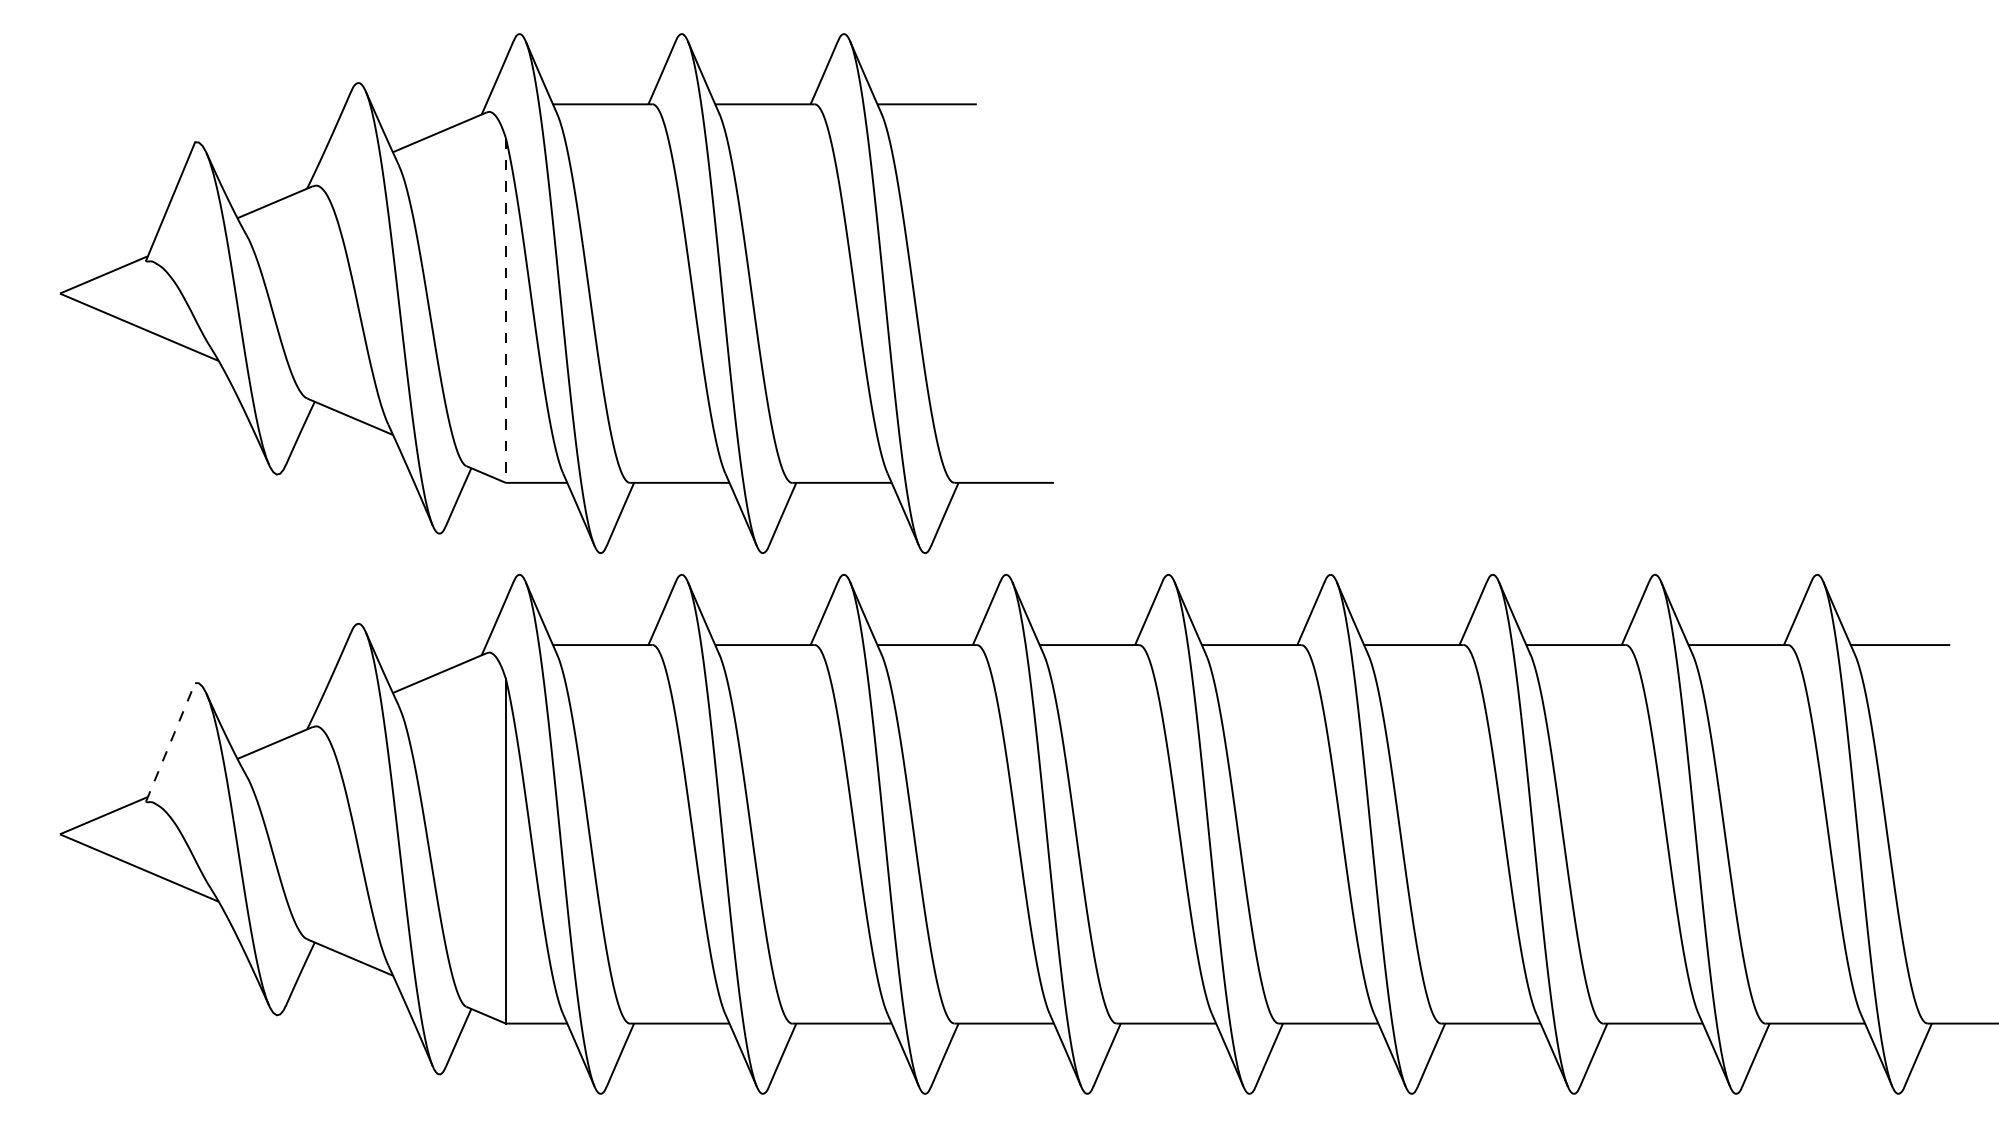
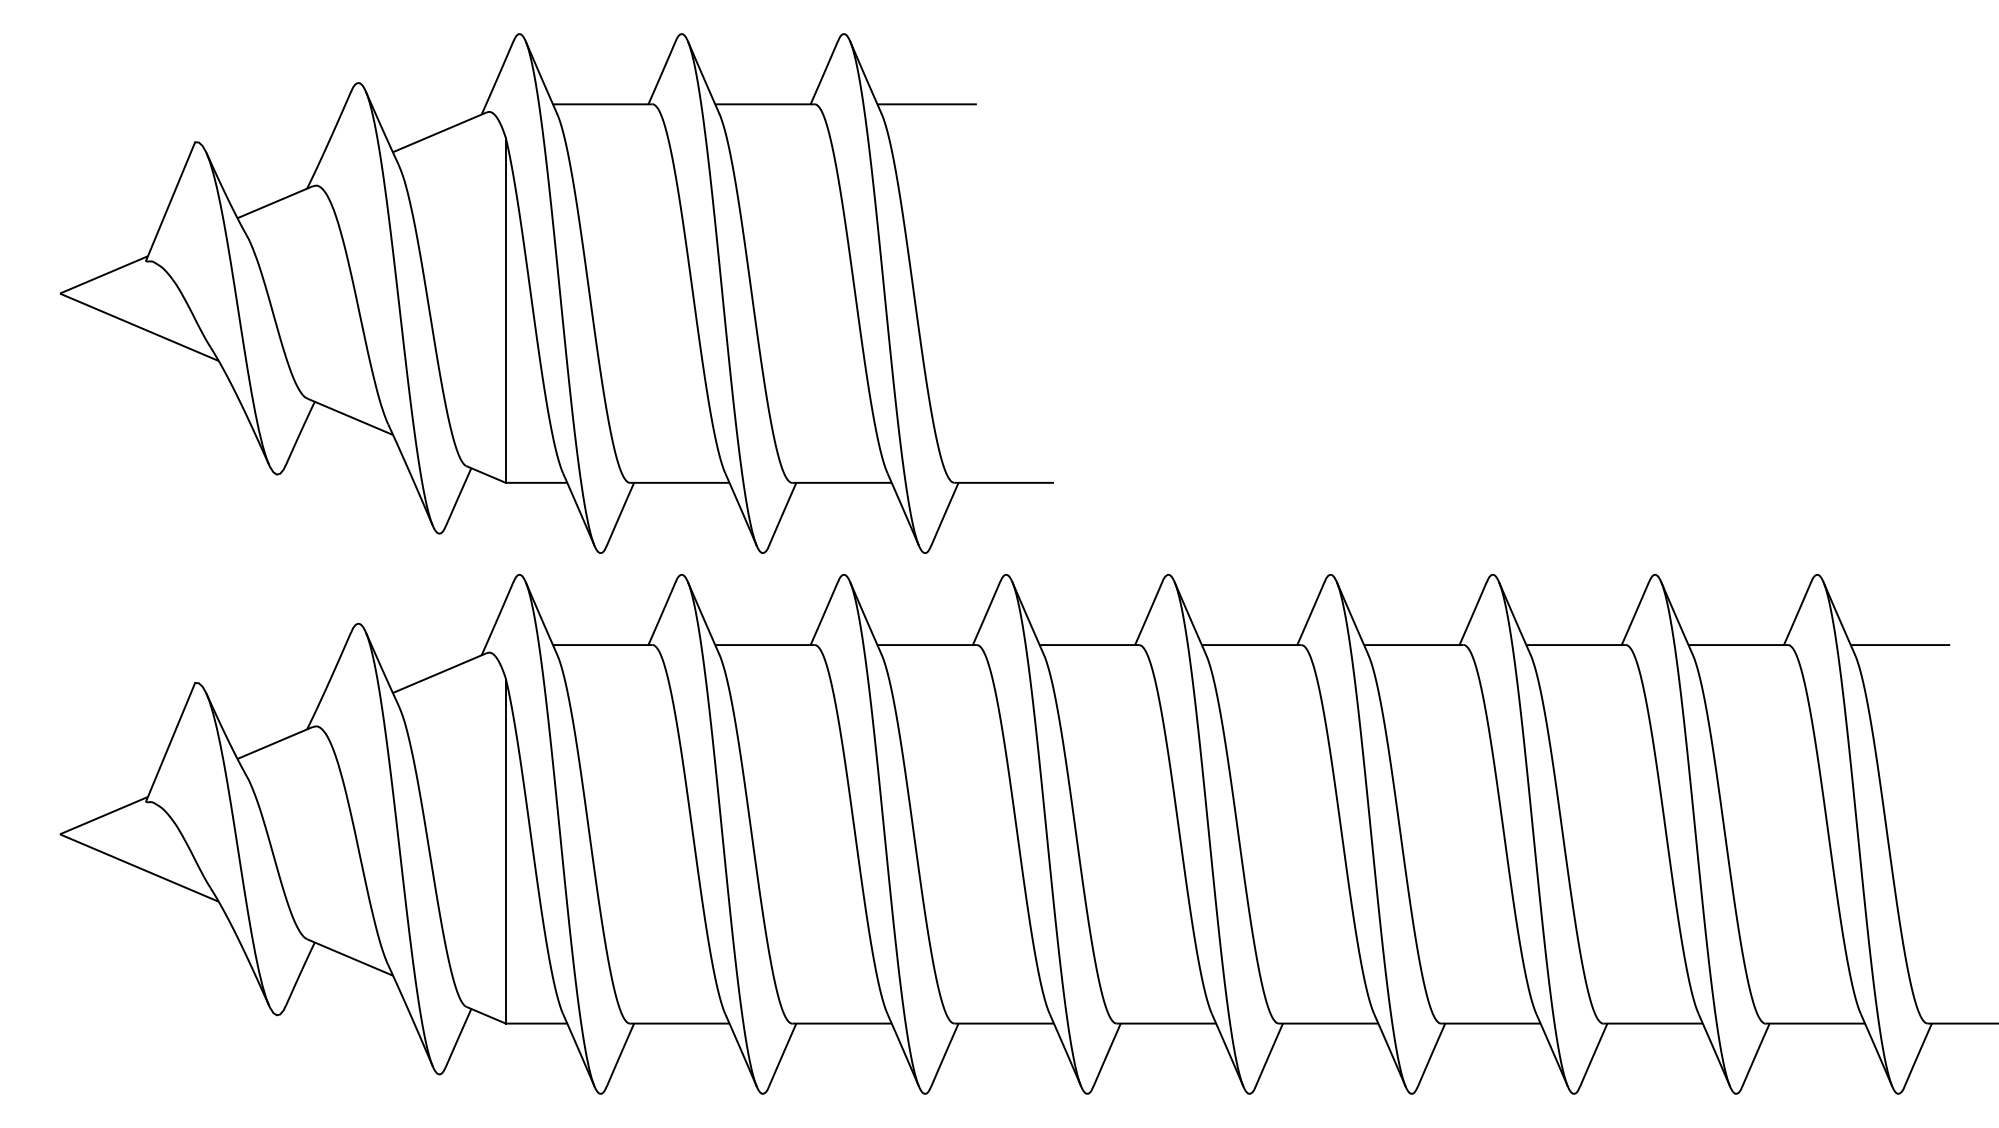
line at (505, 310): dashed -> solid
line at (170, 742): dashed -> solid
